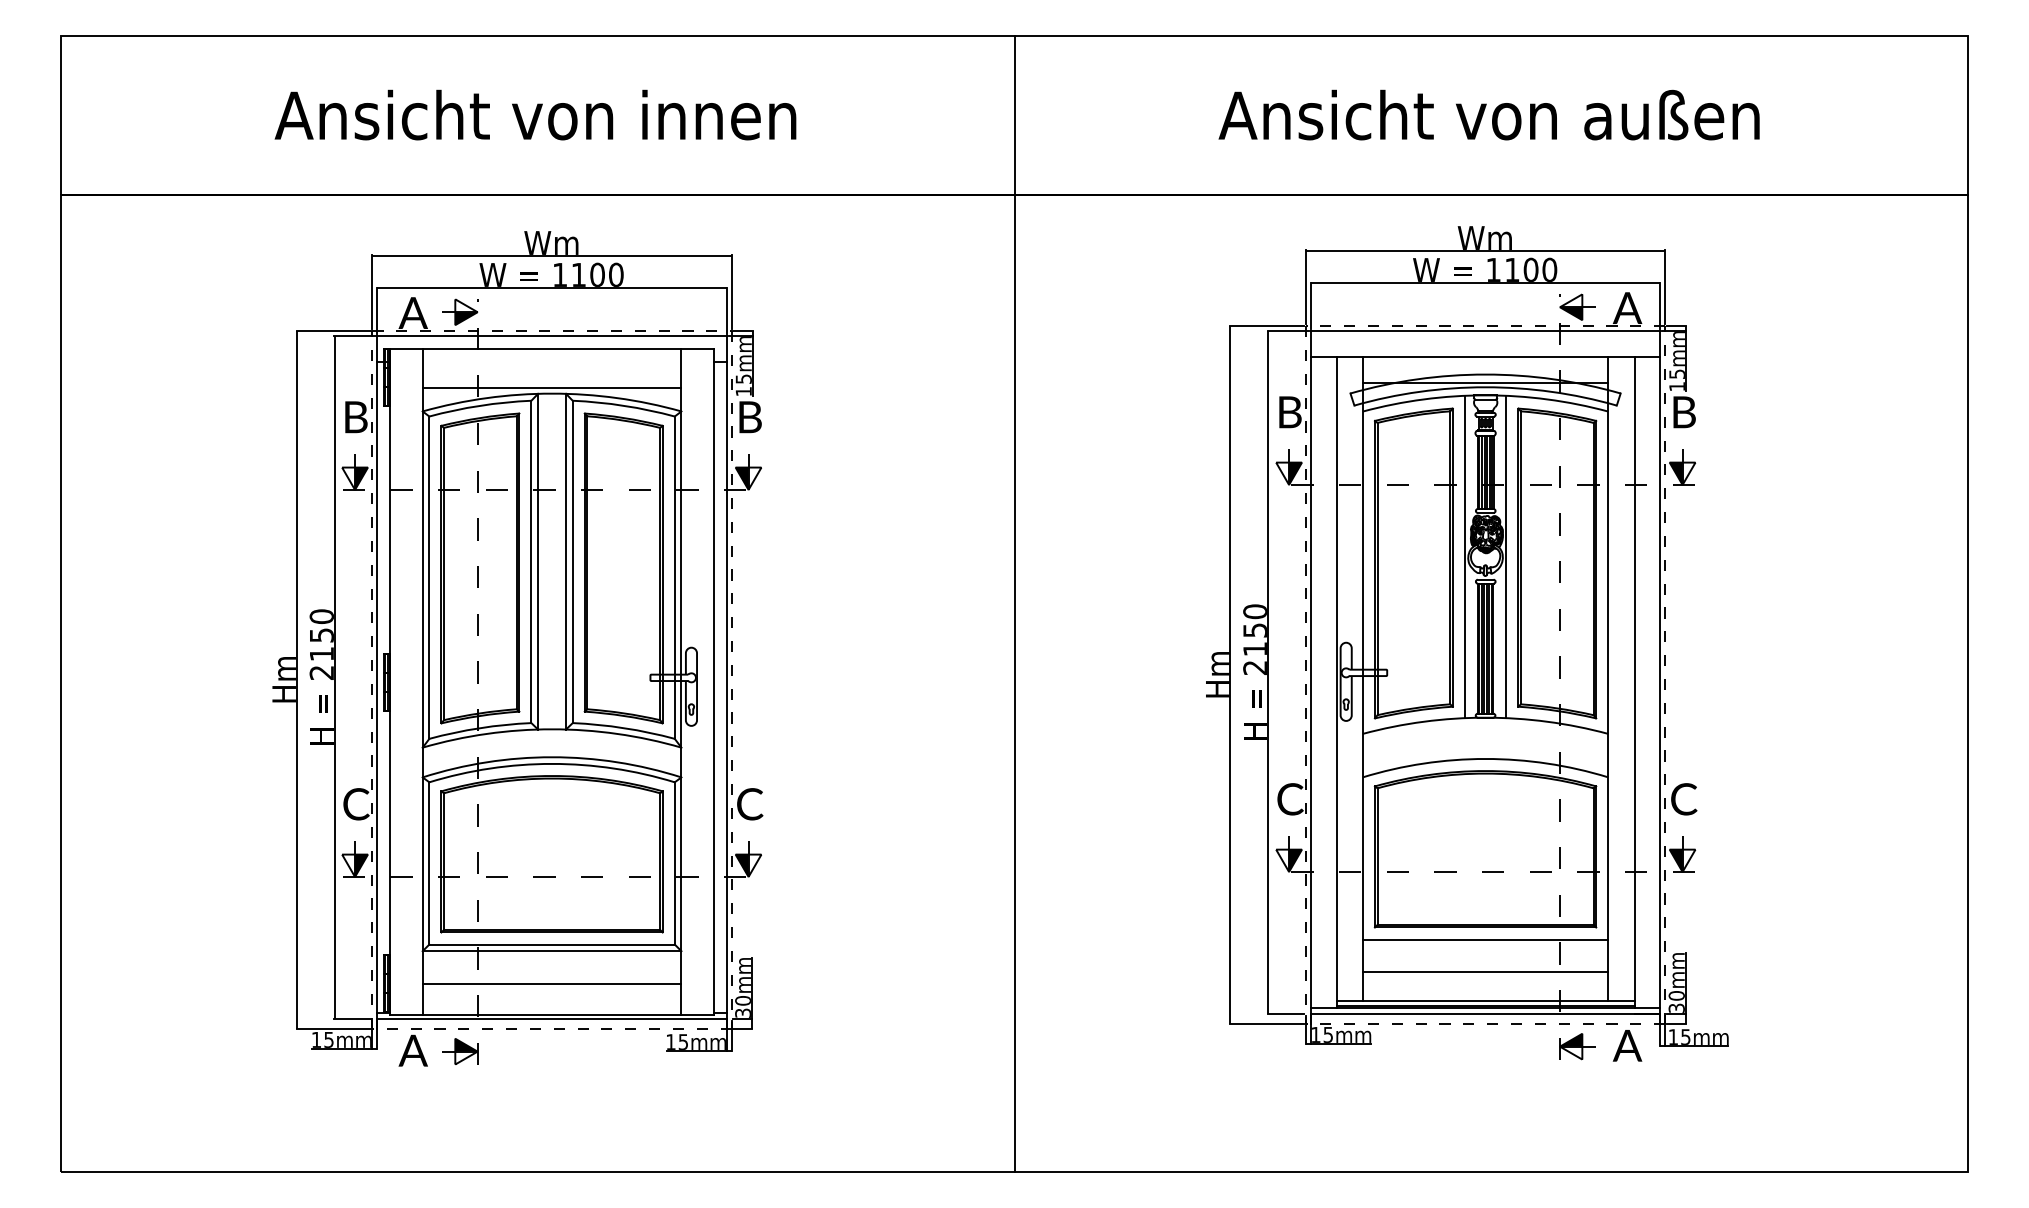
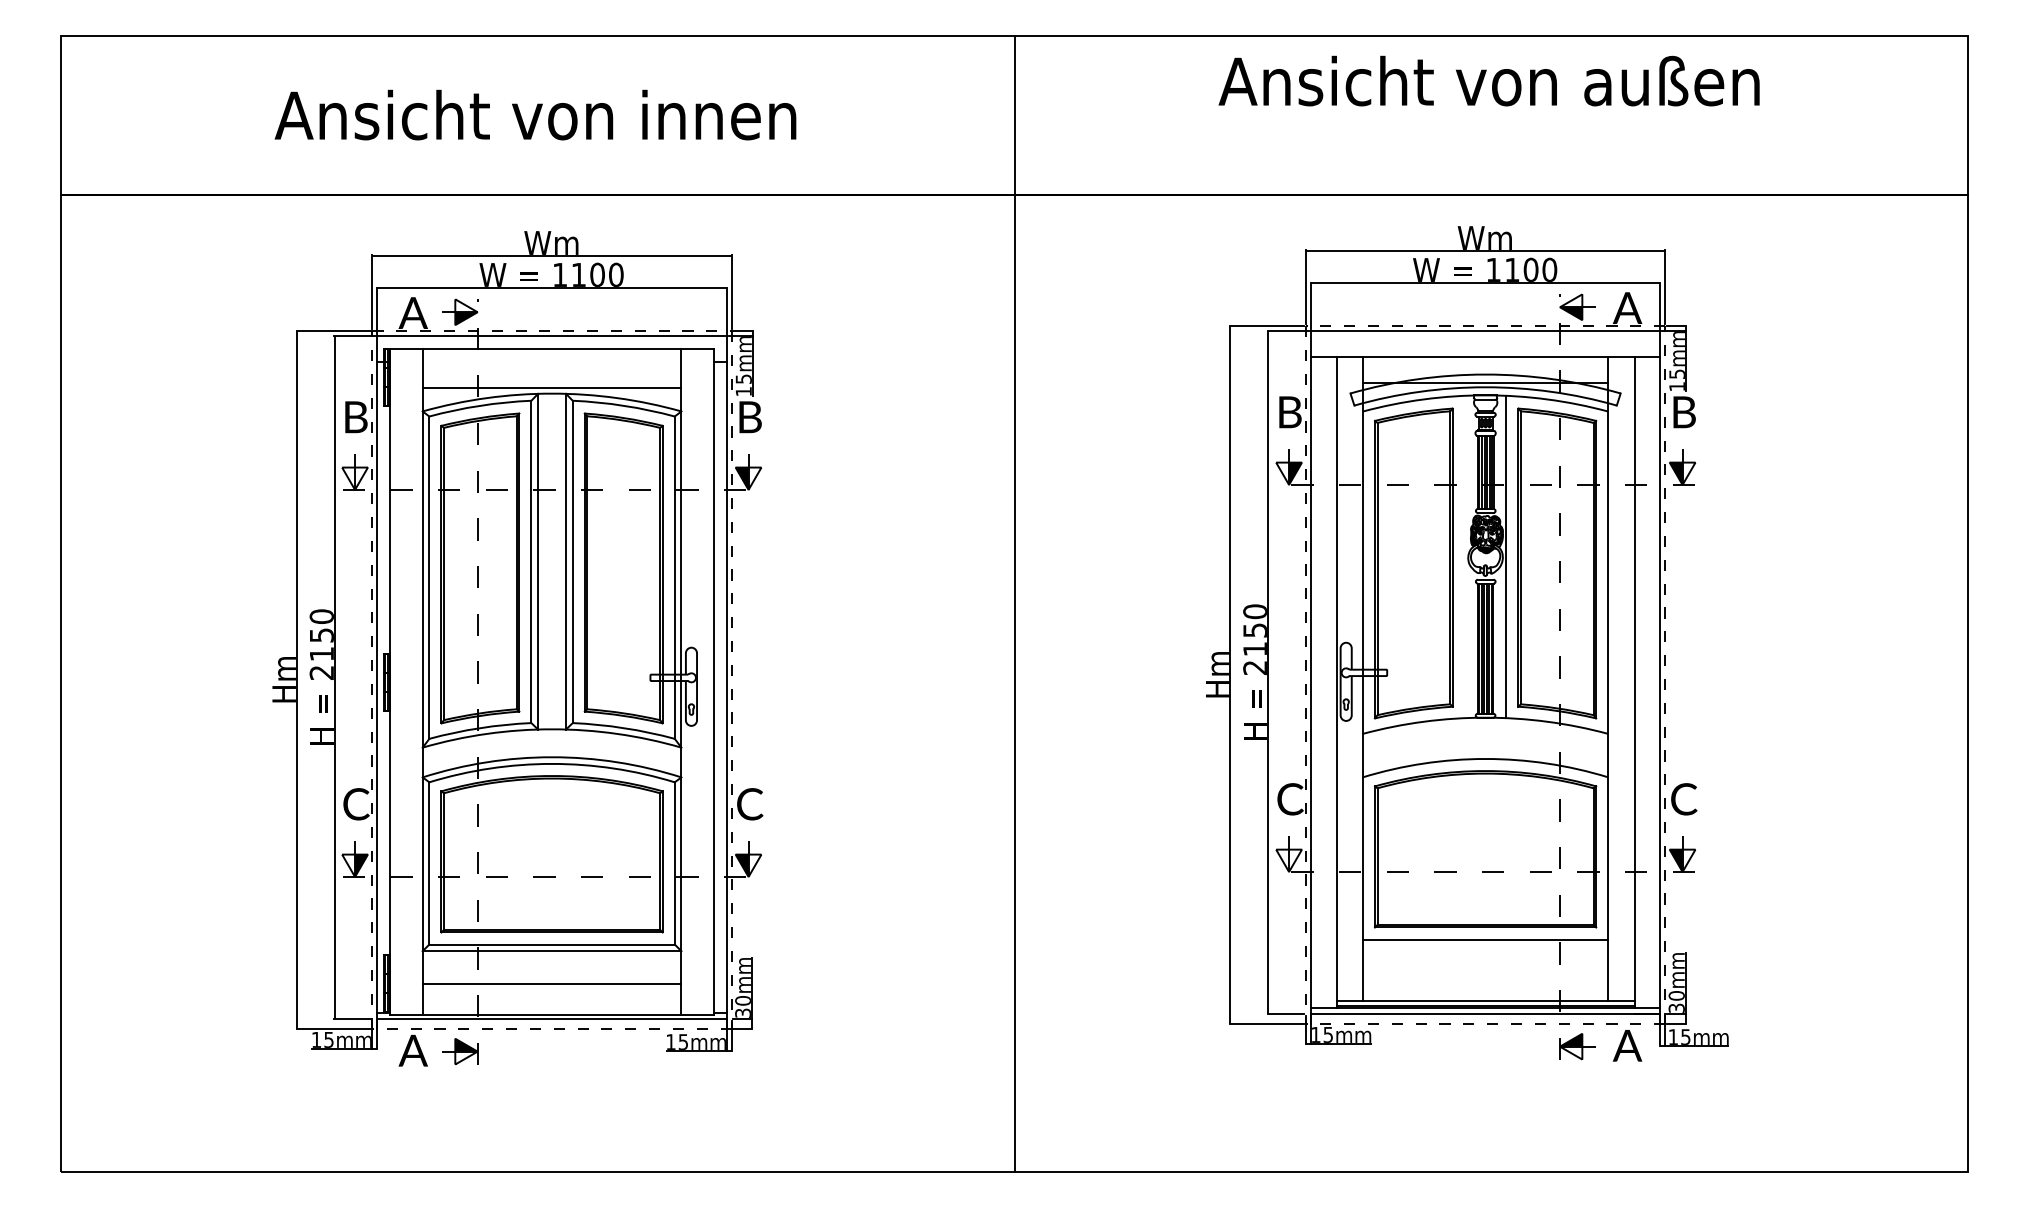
text at (1488, 114) position: (1488, 114) -> (1488, 80)
fill at (361, 478): present -> none
line at (1464, 556): present -> none
fill at (1295, 860): present -> none
line at (1485, 972): present -> none
